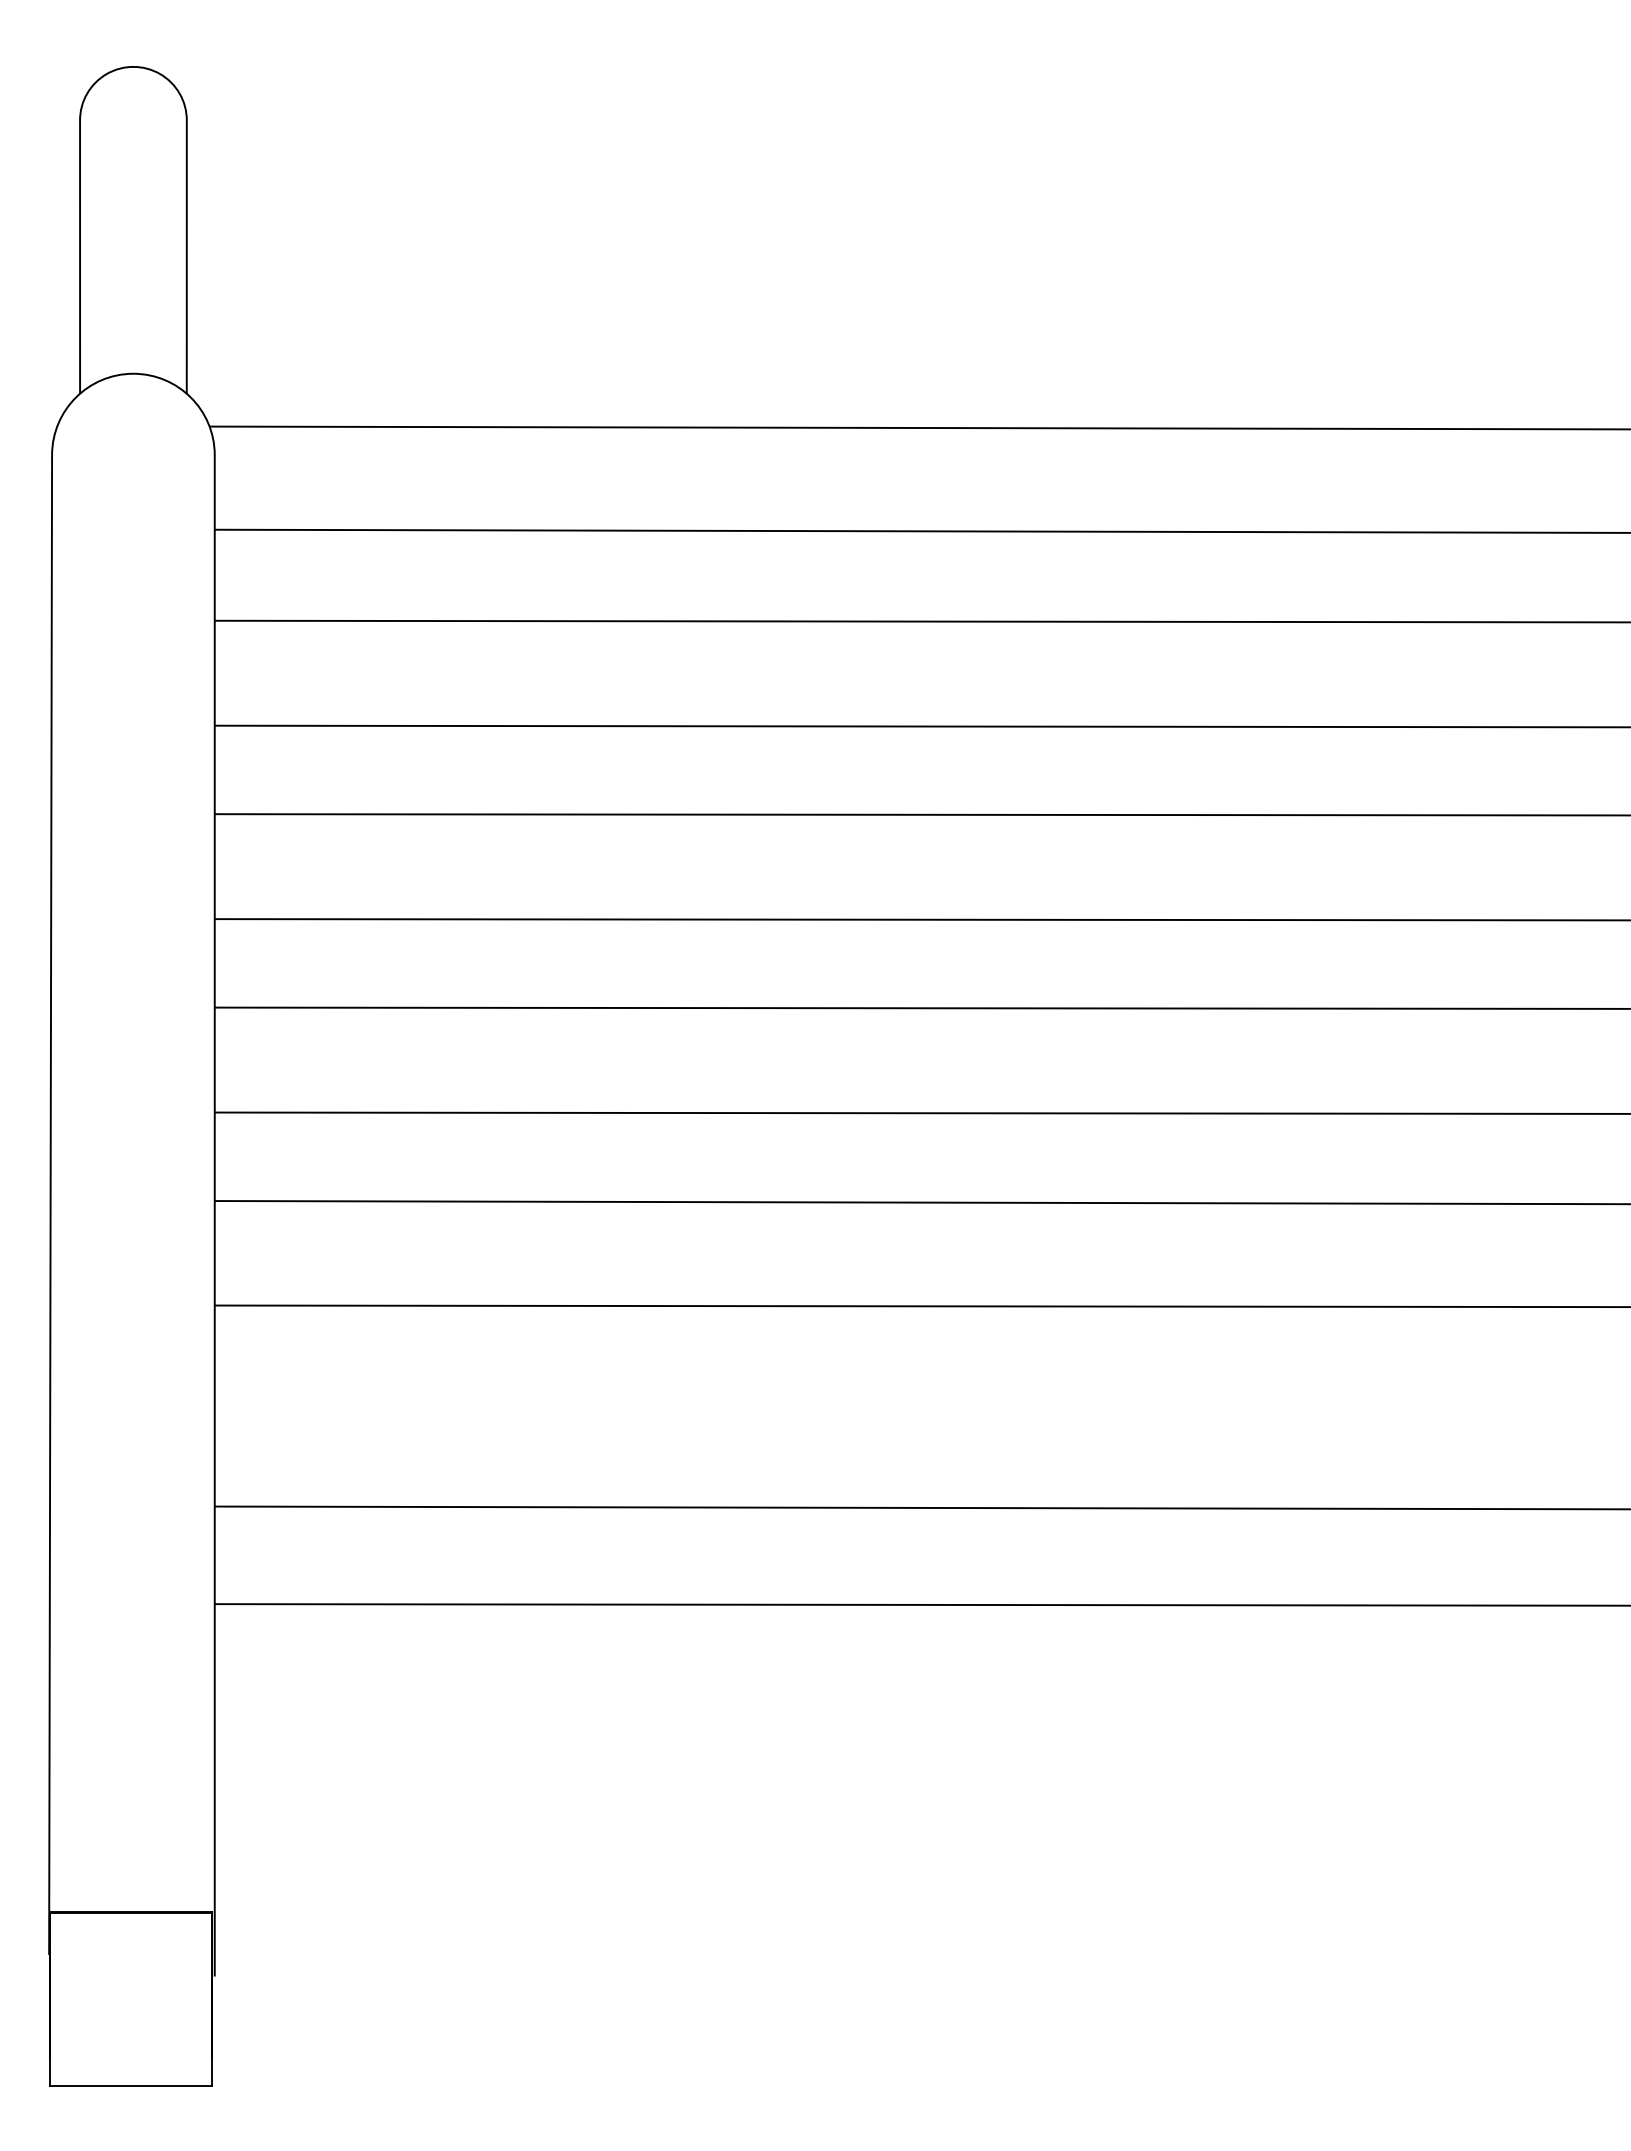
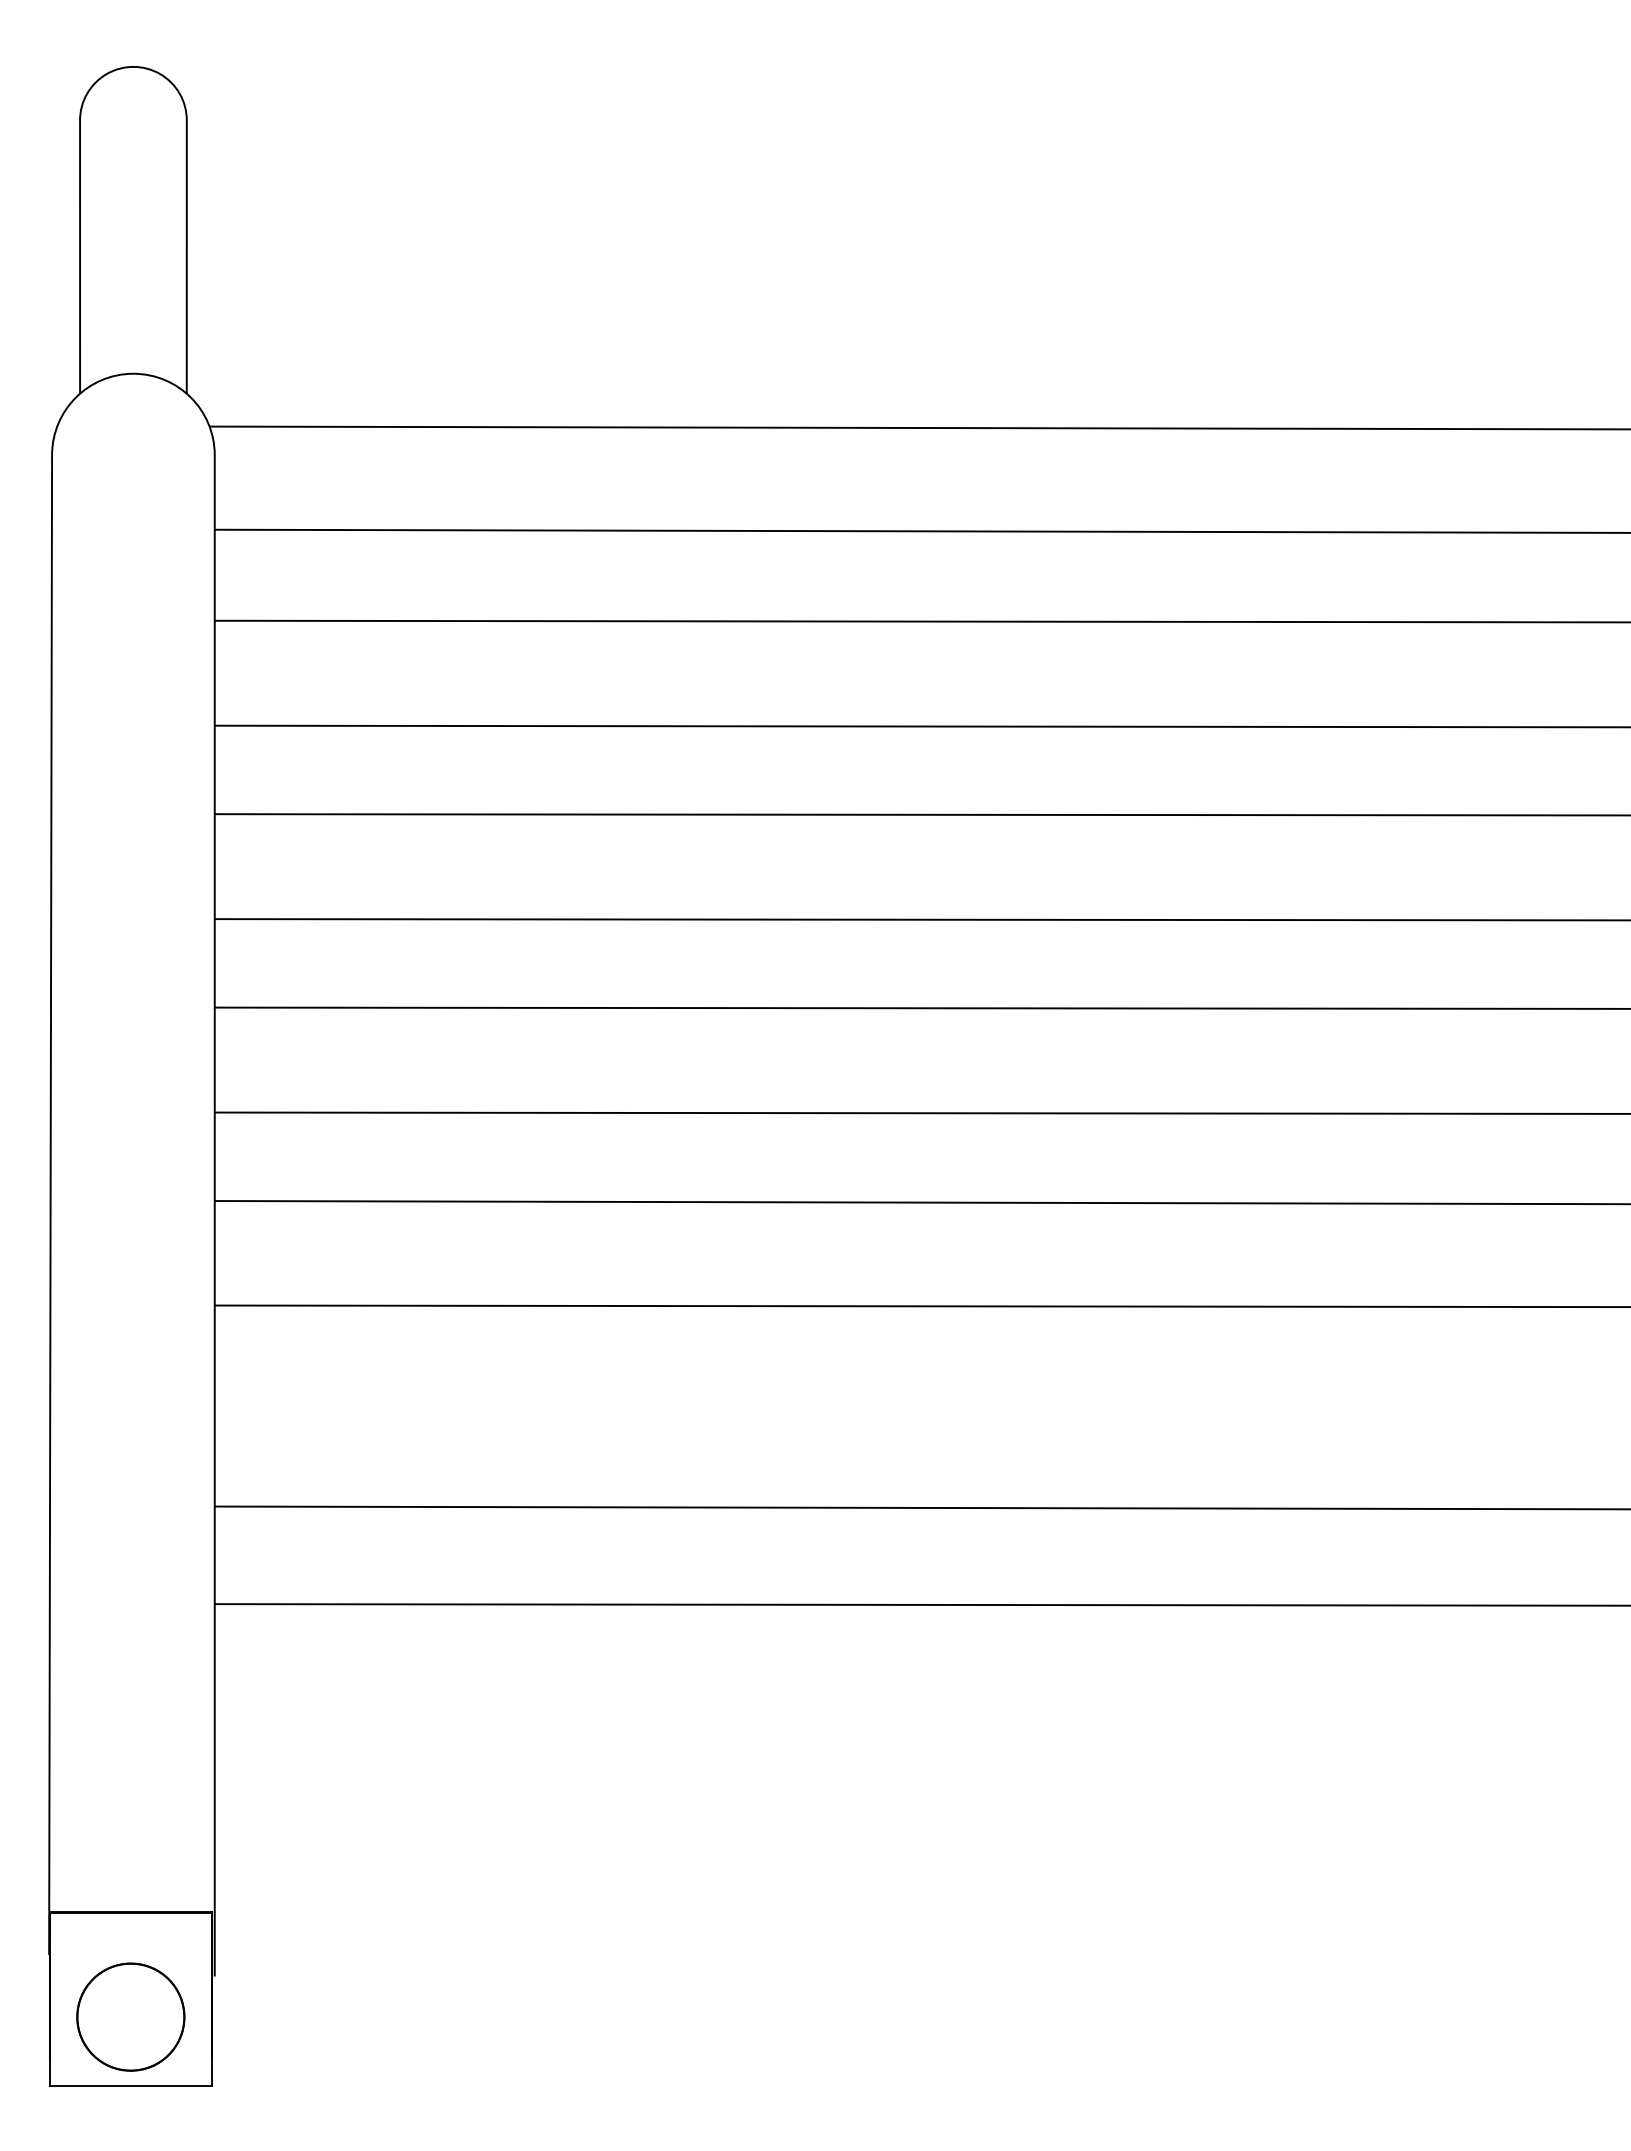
circle at (130, 2016): none -> present
